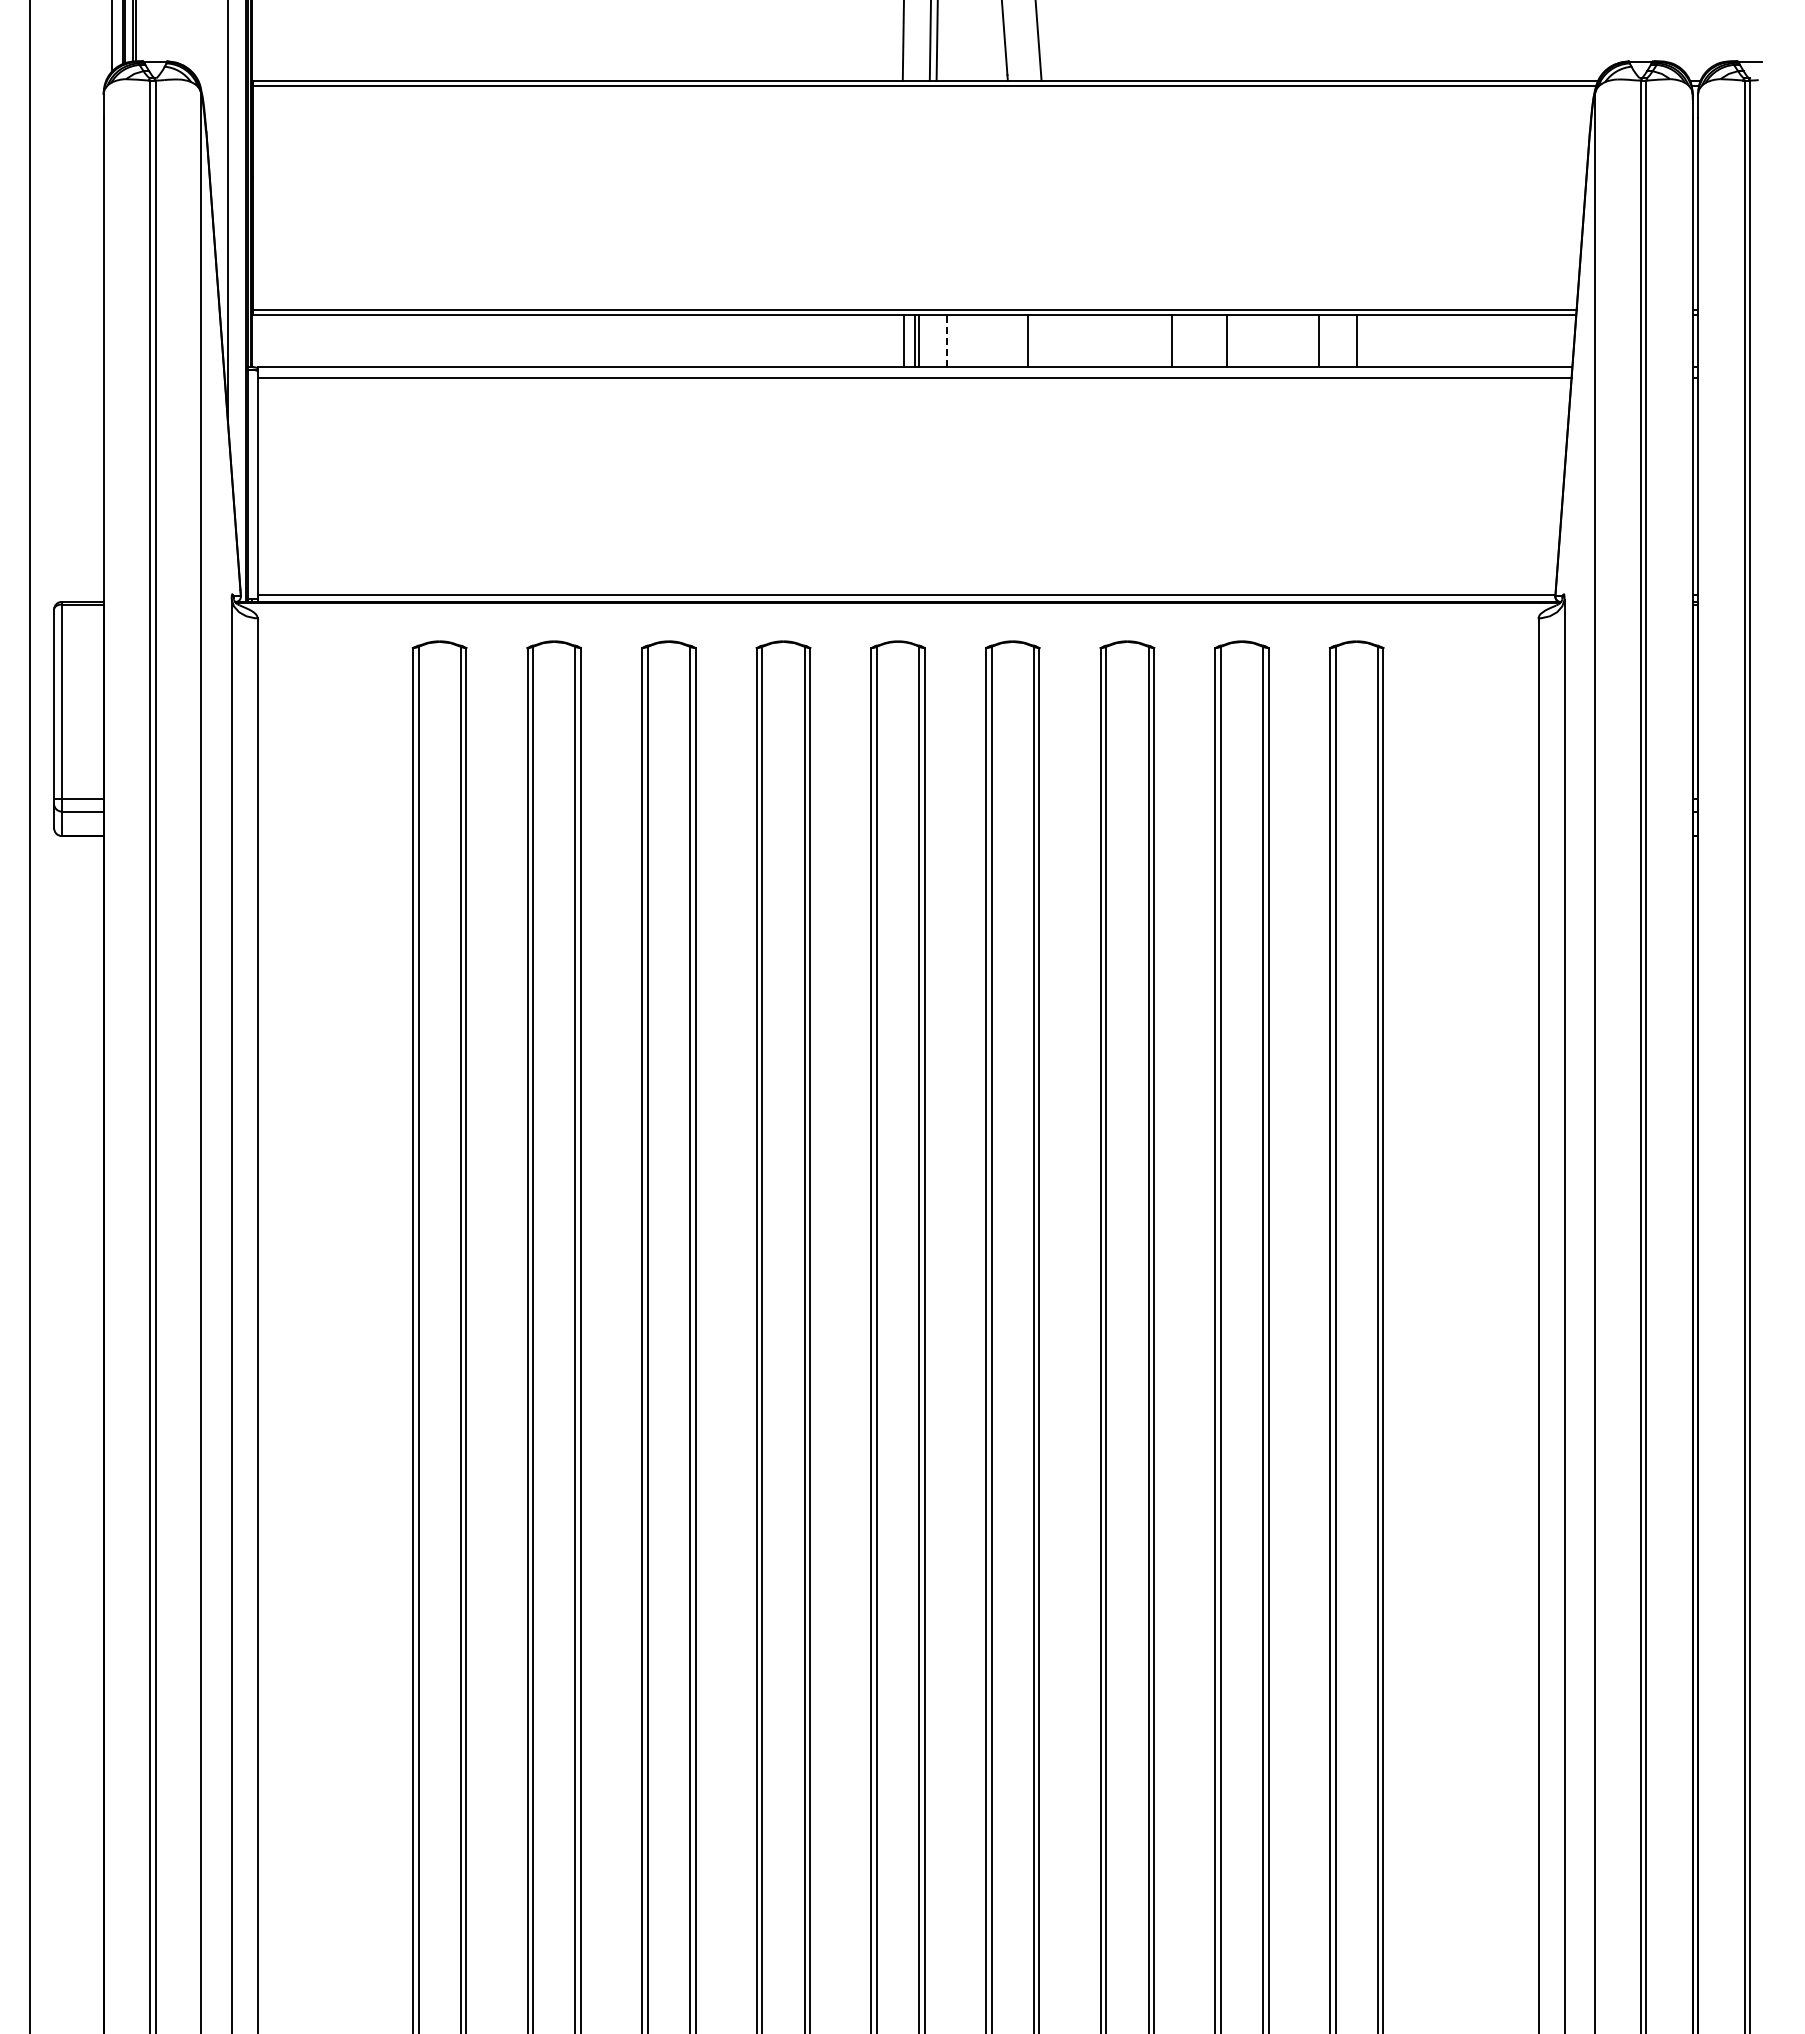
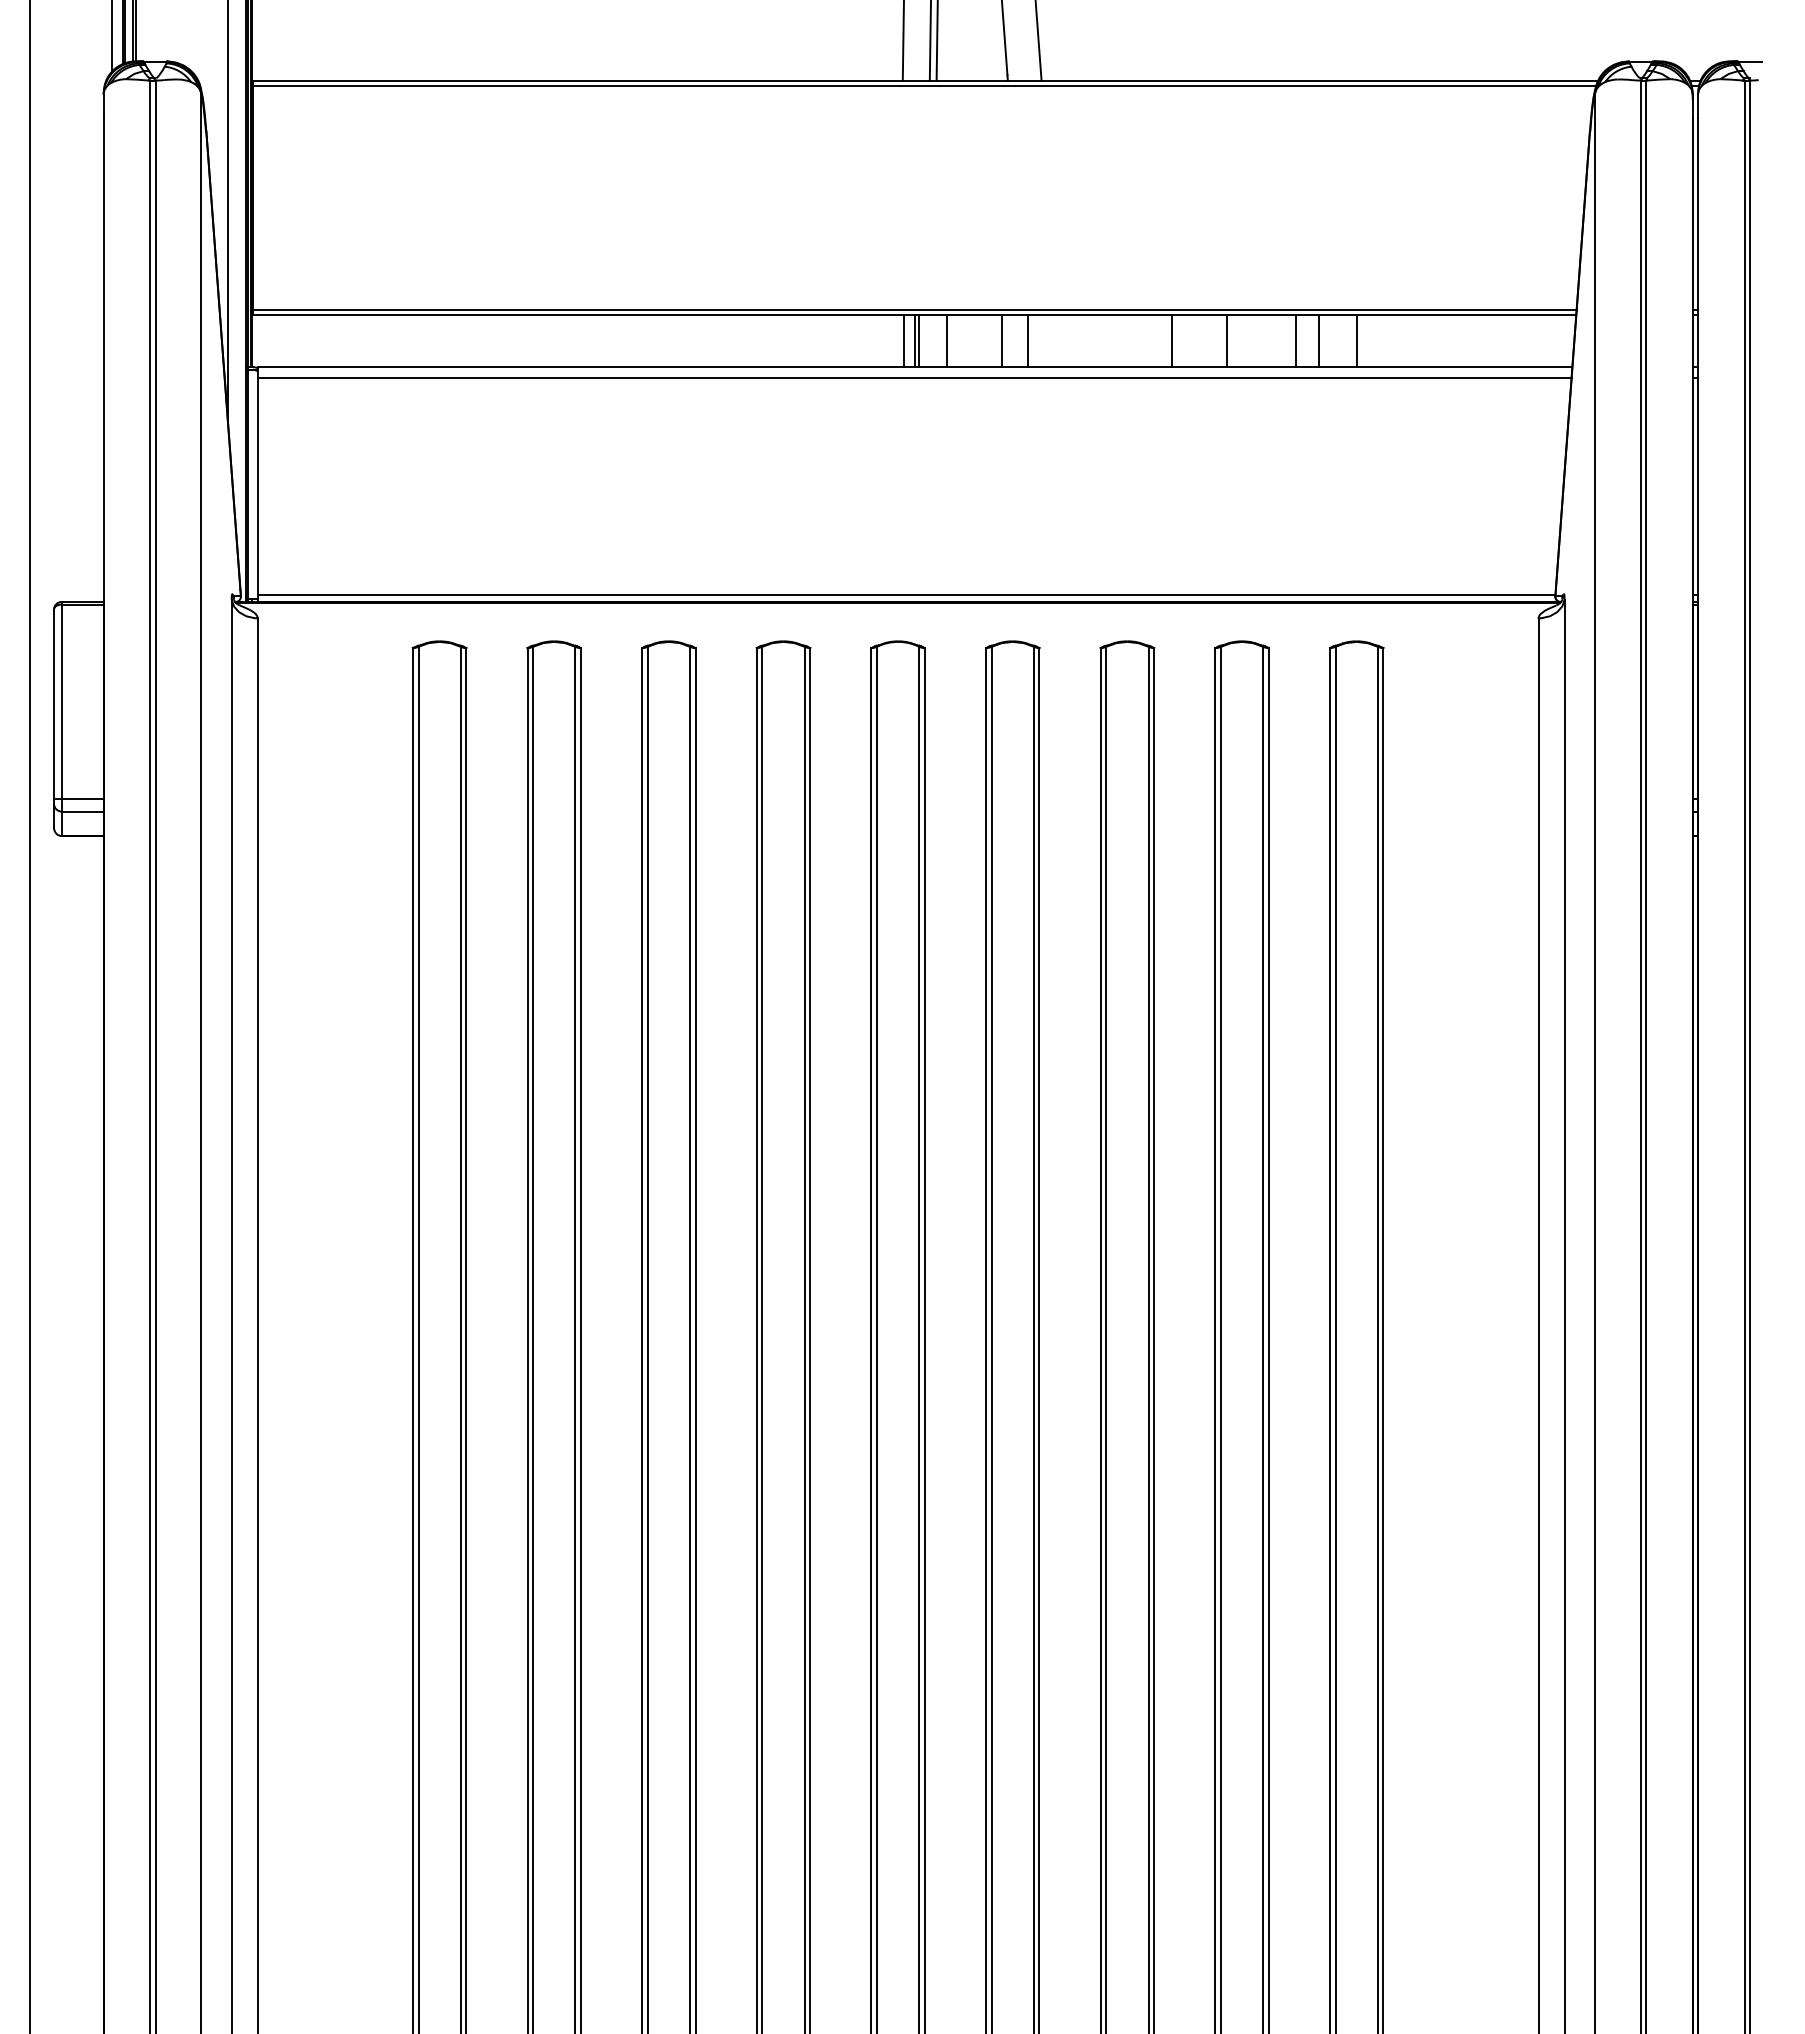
line at (946, 341): dashed -> solid
line at (1002, 341): none -> present
line at (1295, 341): none -> present
